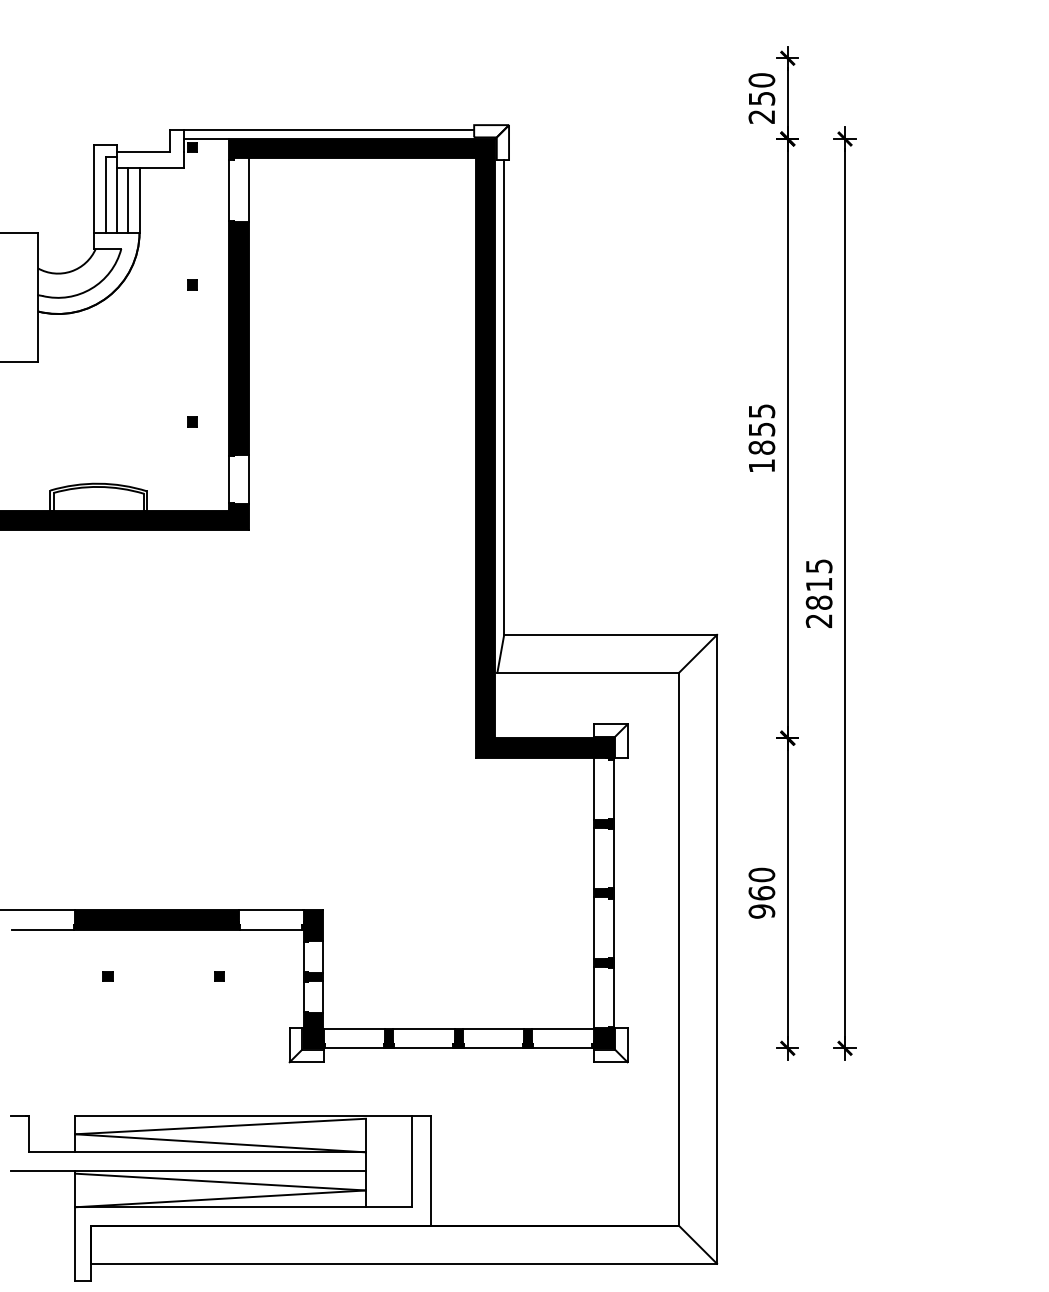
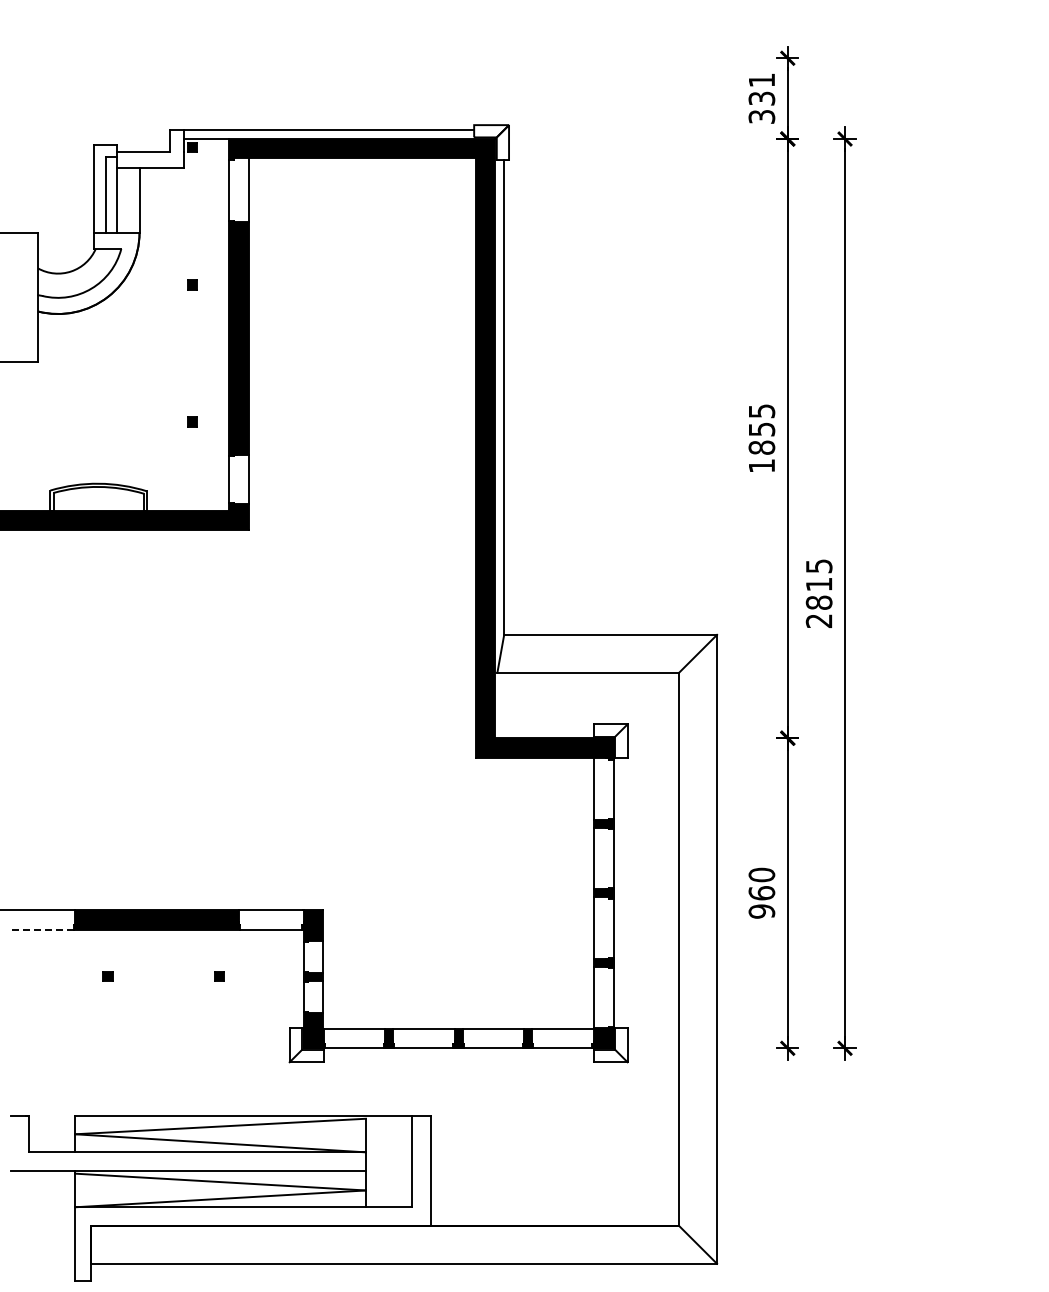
text at (761, 98): 250 -> 331
line at (128, 200): present -> none
line at (42, 929): solid -> dashed
